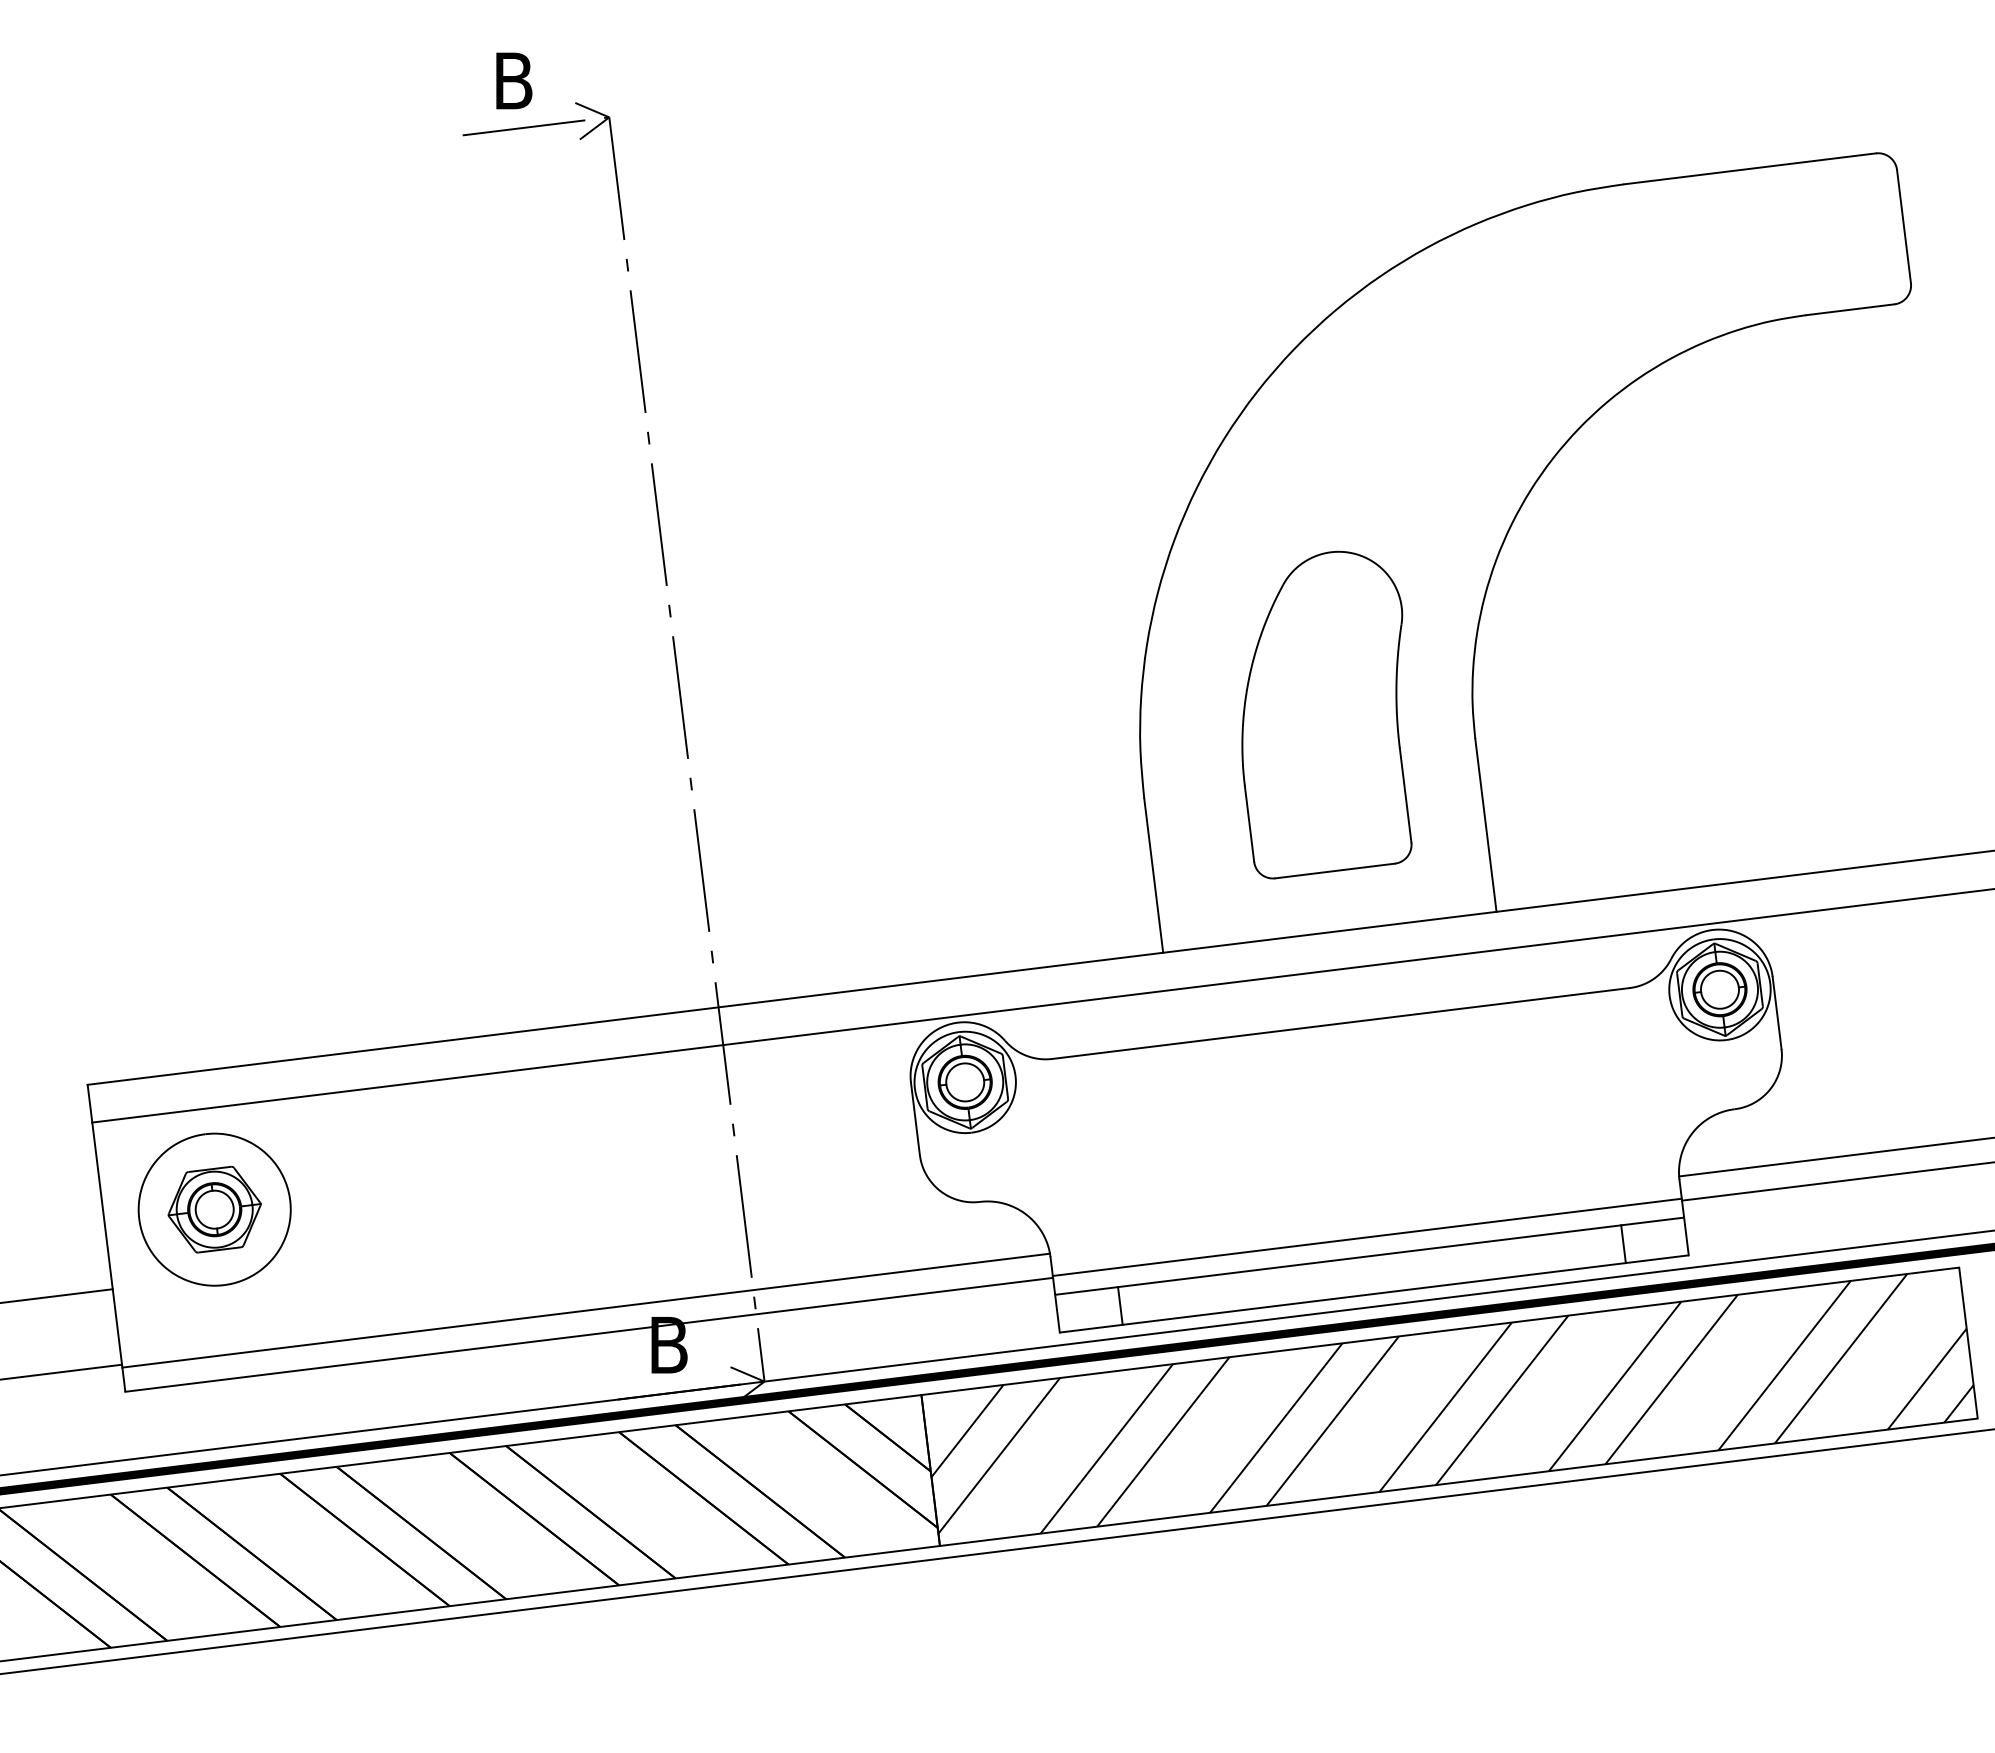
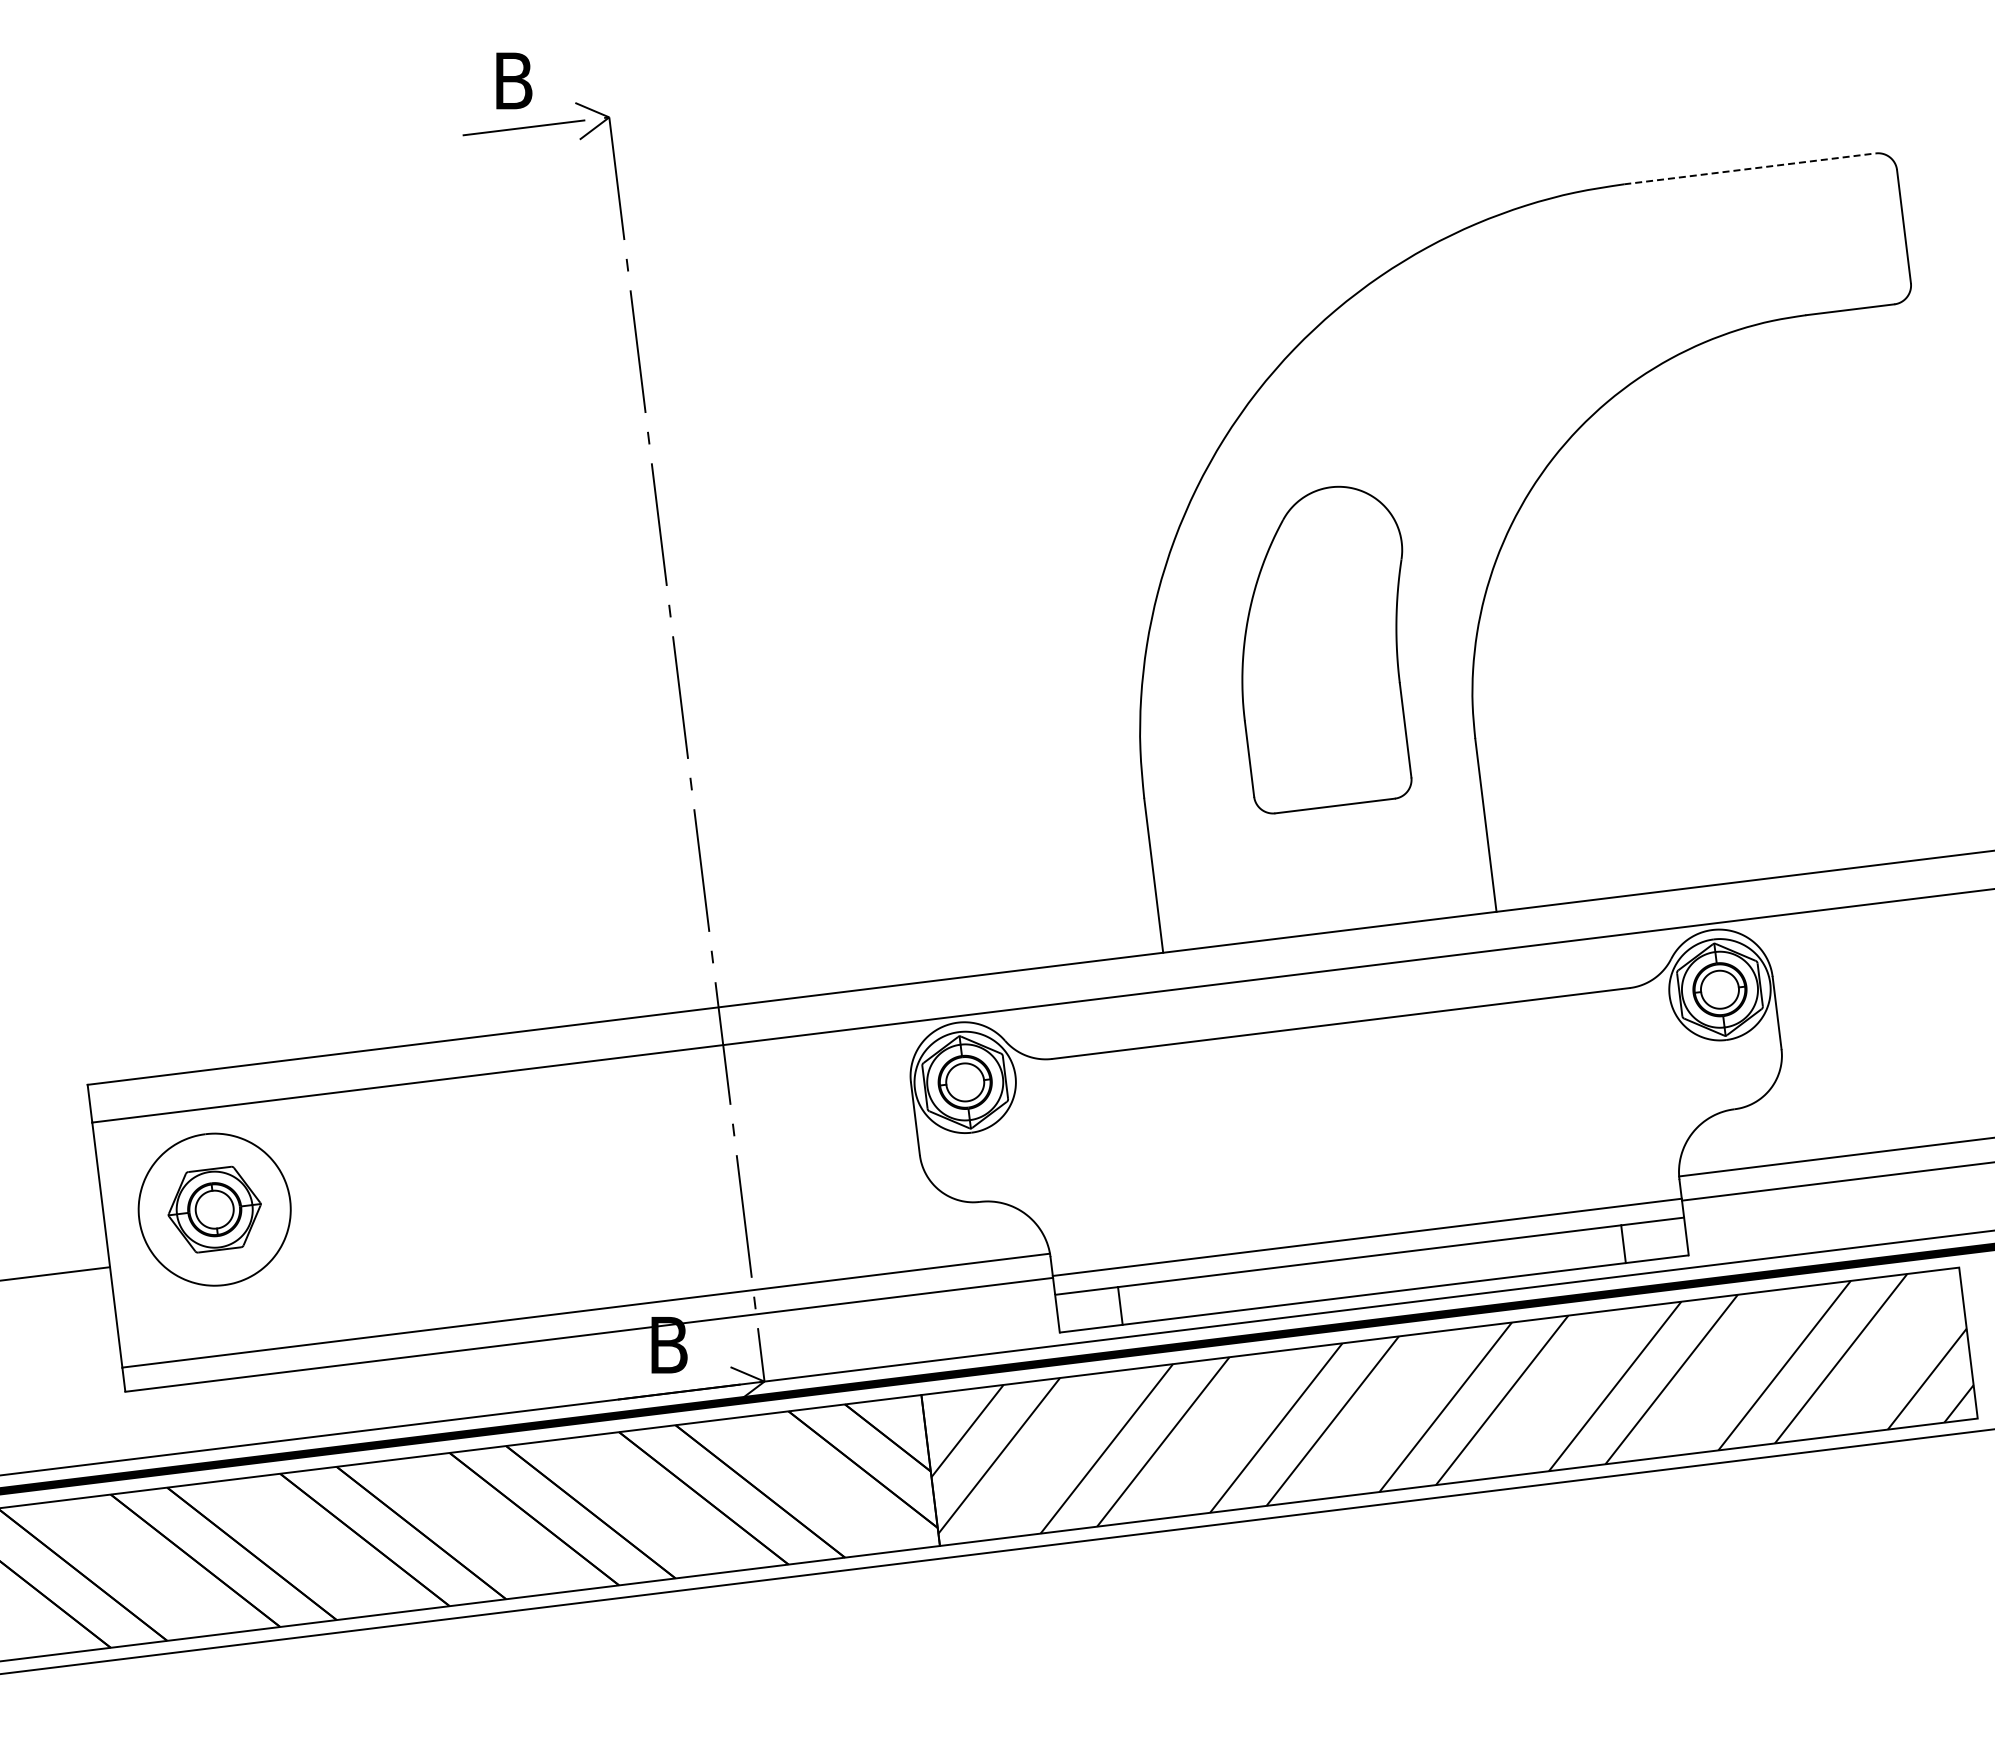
line at (1750, 168): solid -> dashed
part at (1326, 714) position: (1326, 714) -> (1326, 649)
line at (57, 1295) position: (57, 1295) -> (55, 1273)
line at (62, 1371): present -> none
